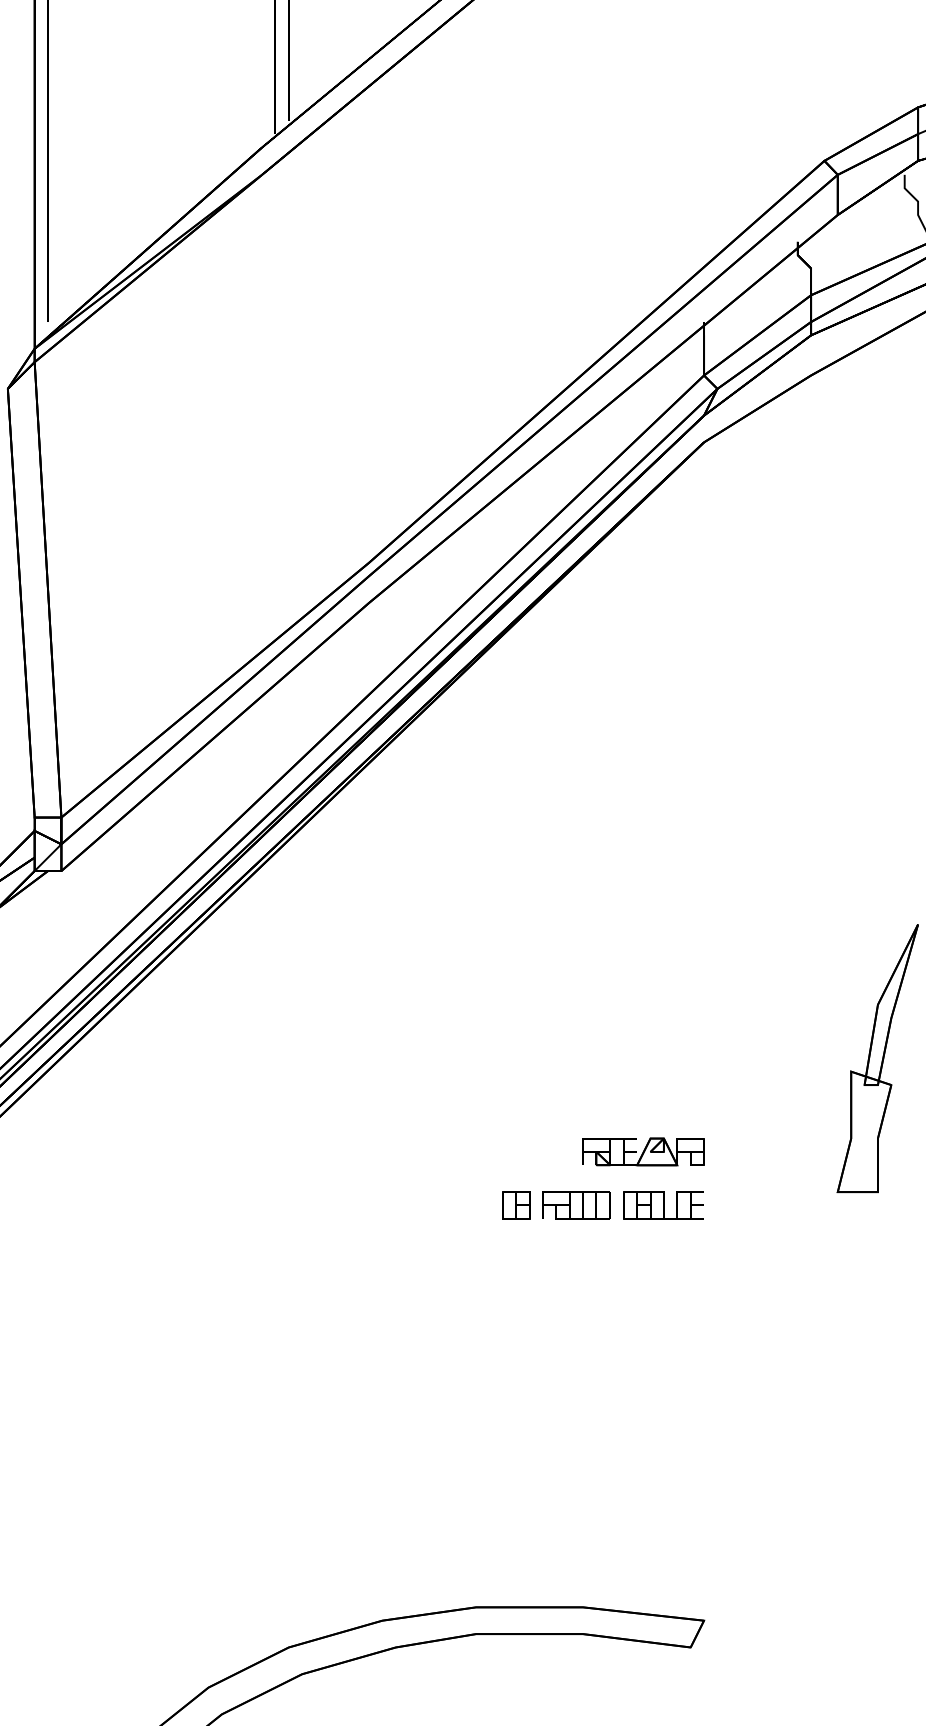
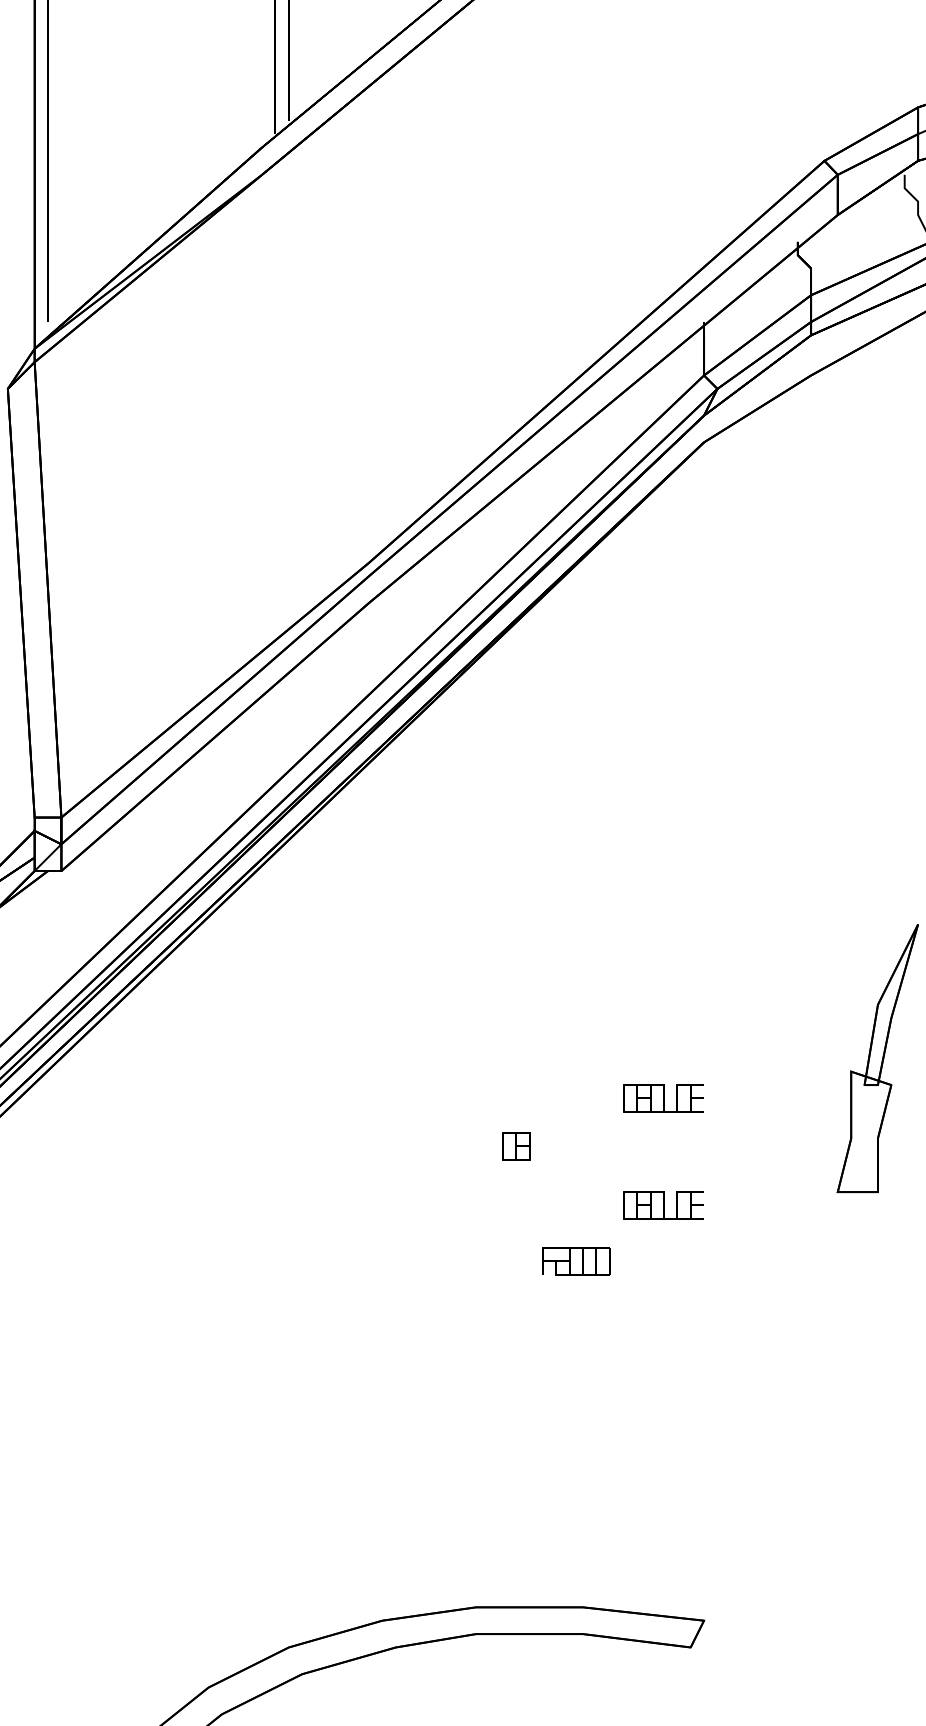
part at (663, 1098): none -> present
part at (643, 1151): present -> none
part at (516, 1205) position: (516, 1205) -> (516, 1146)
part at (576, 1205) position: (576, 1205) -> (576, 1261)
